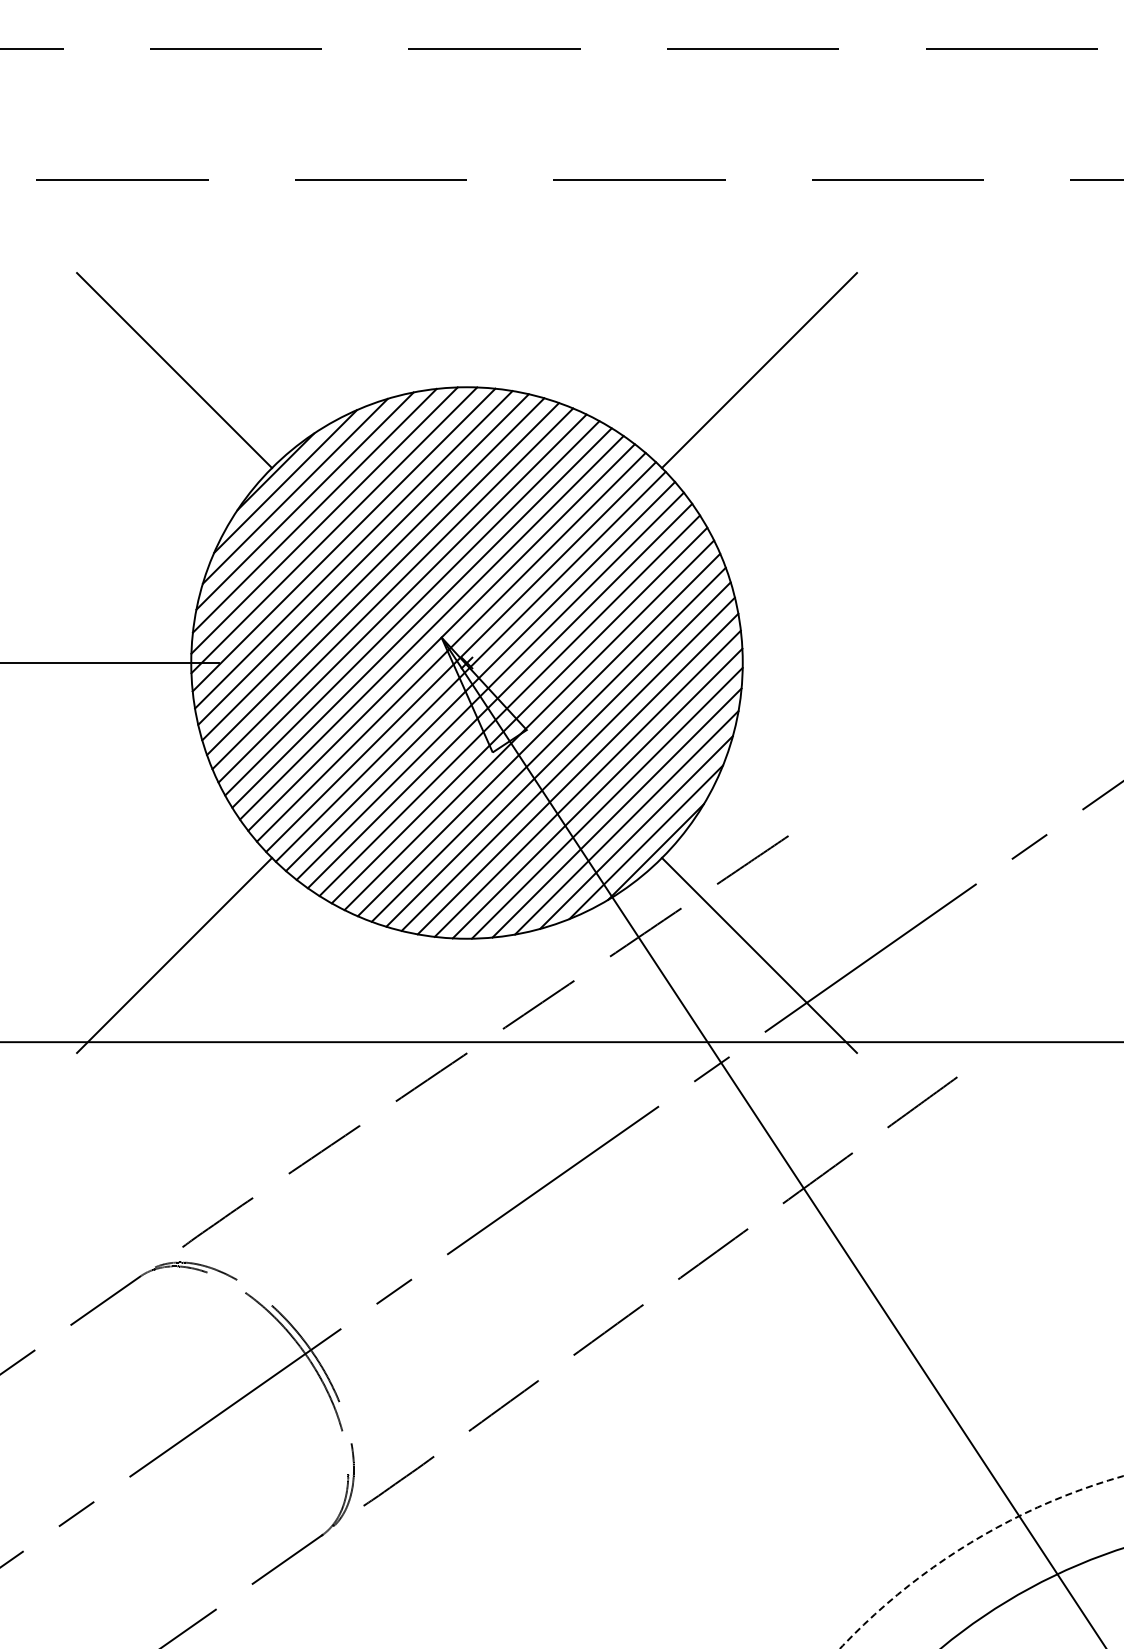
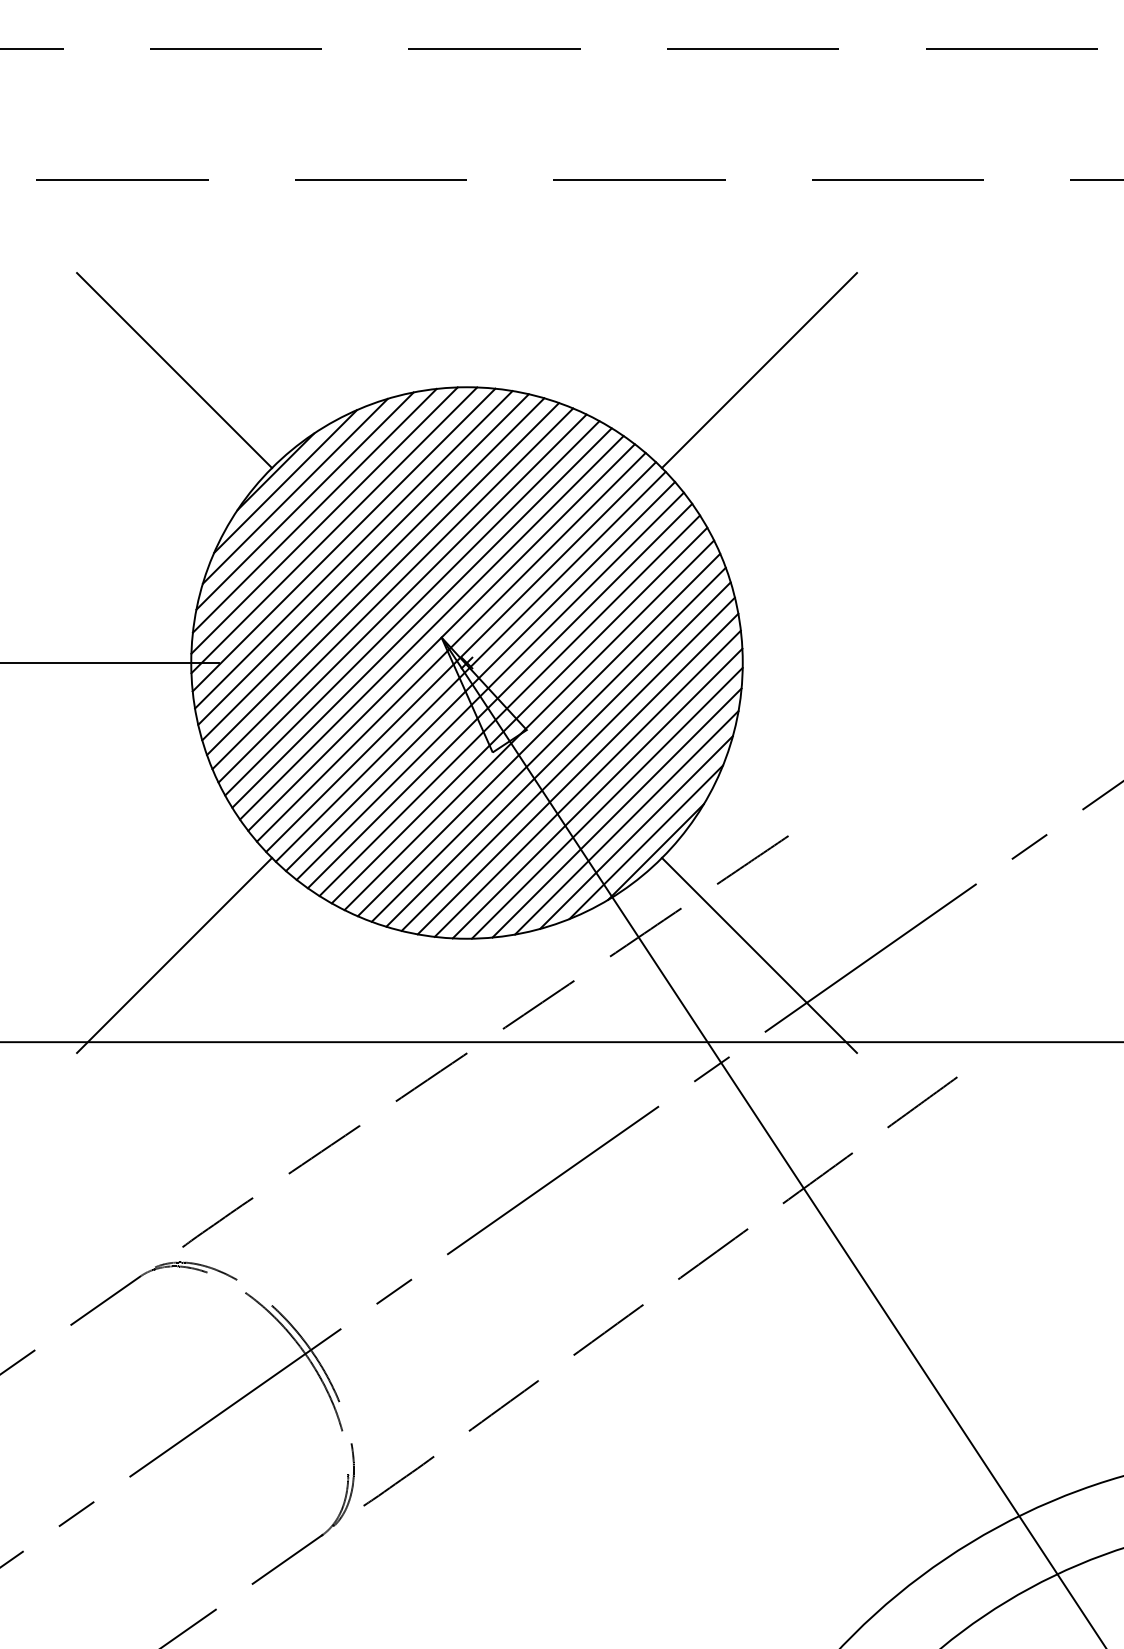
circle at (981, 1562): dashed -> solid
